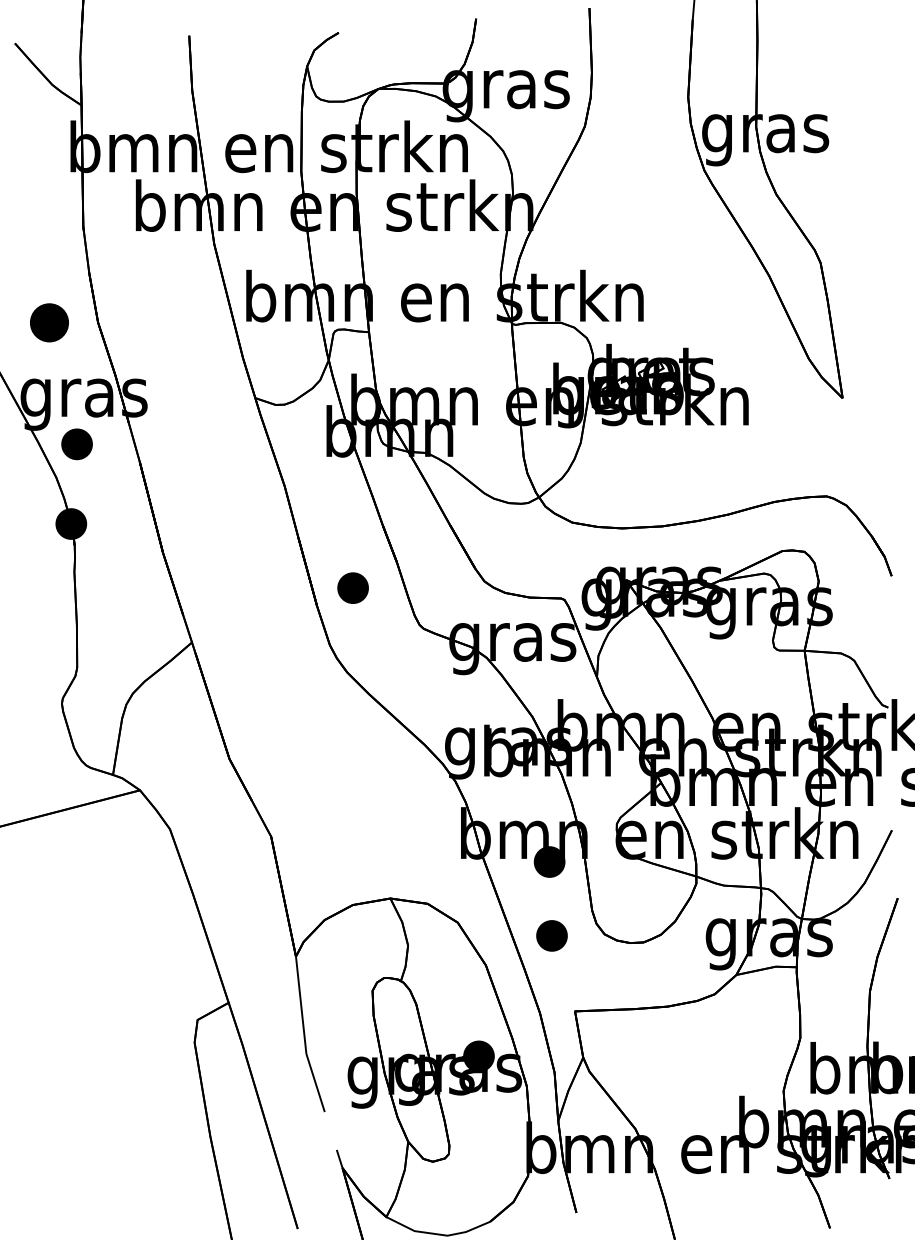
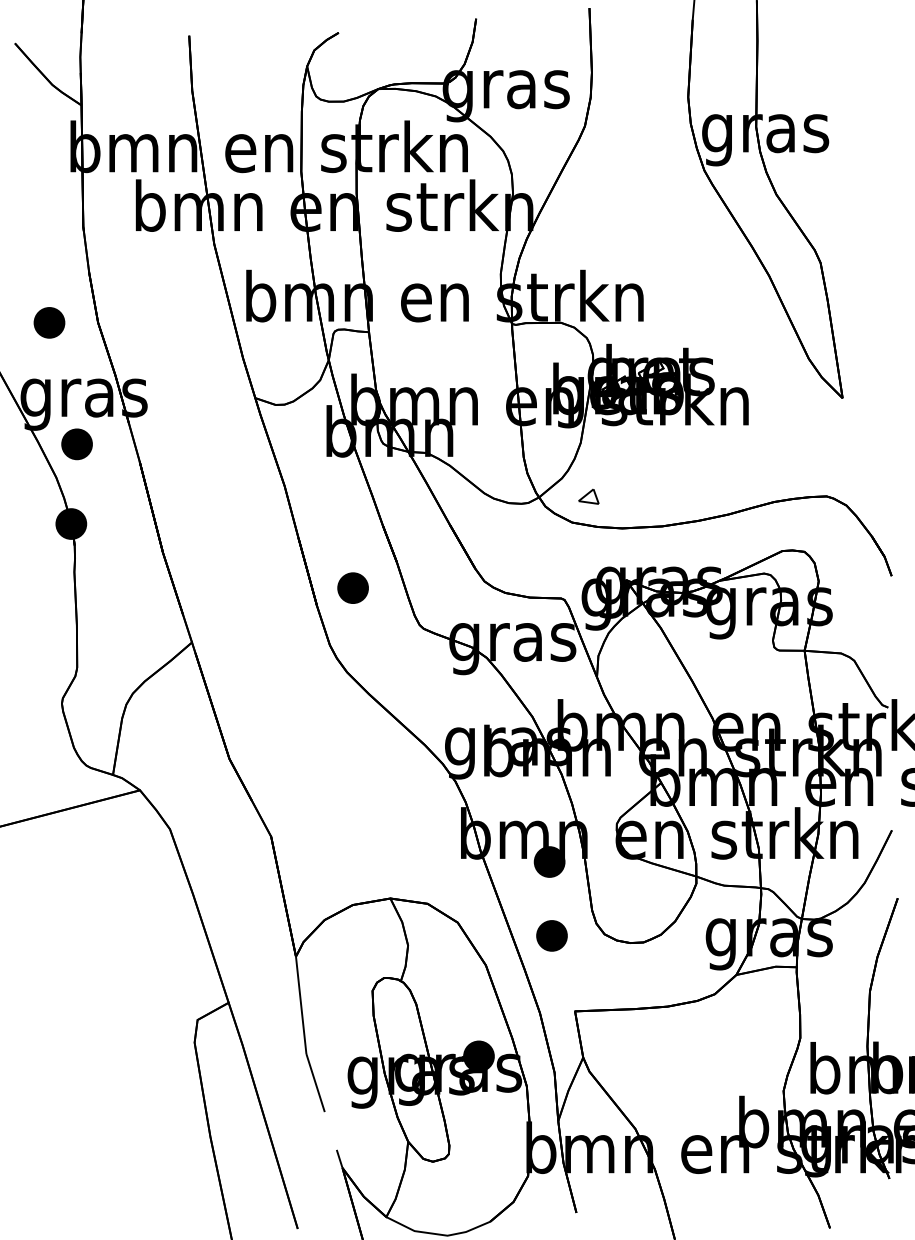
part at (49, 322) size: 39x40 px -> 33x32 px
part at (588, 496): none -> present
